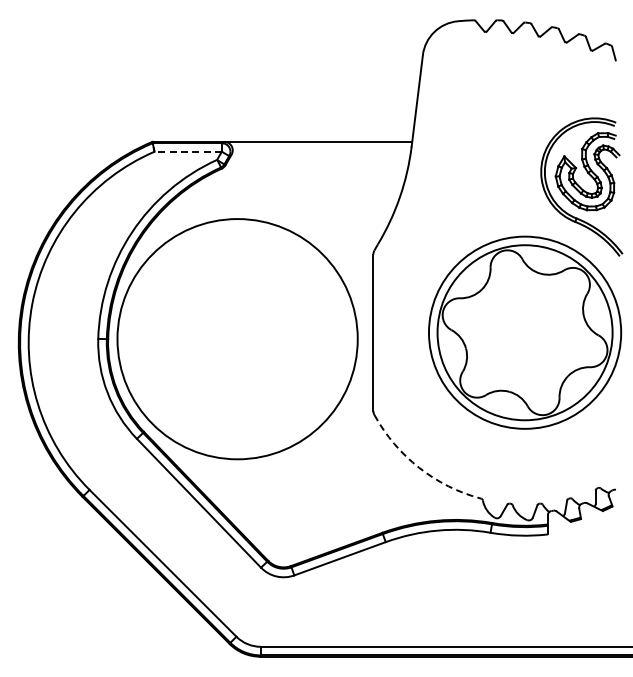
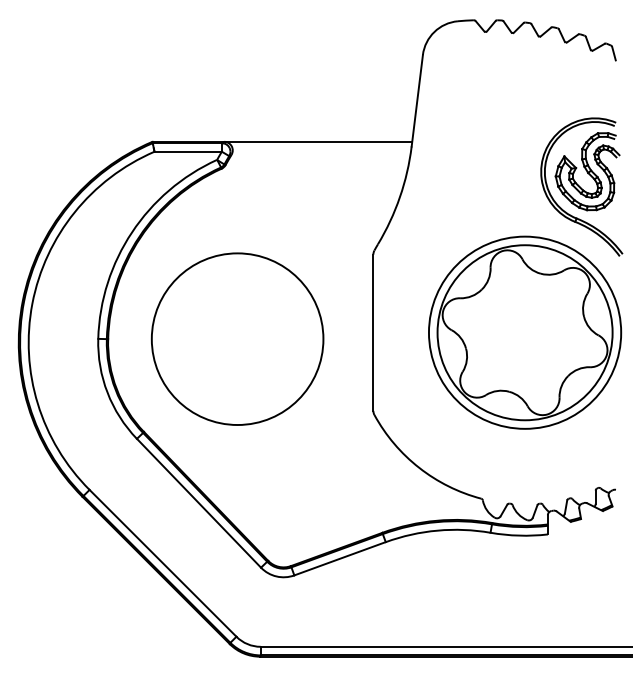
line at (188, 151): dashed -> solid
circle at (237, 339) diameter: 240 px -> 172 px
arc at (419, 467): dashed -> solid
